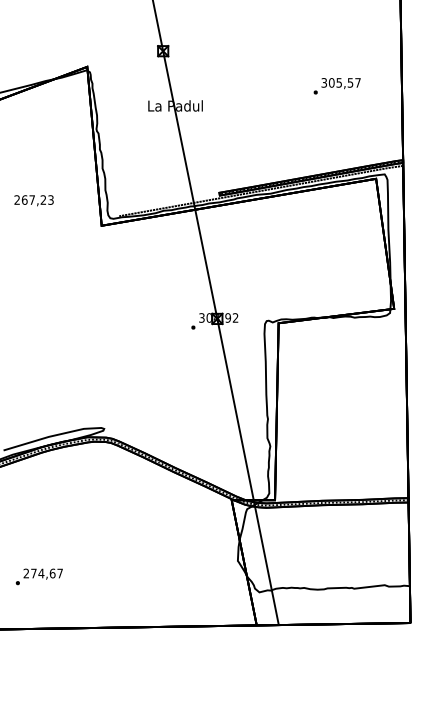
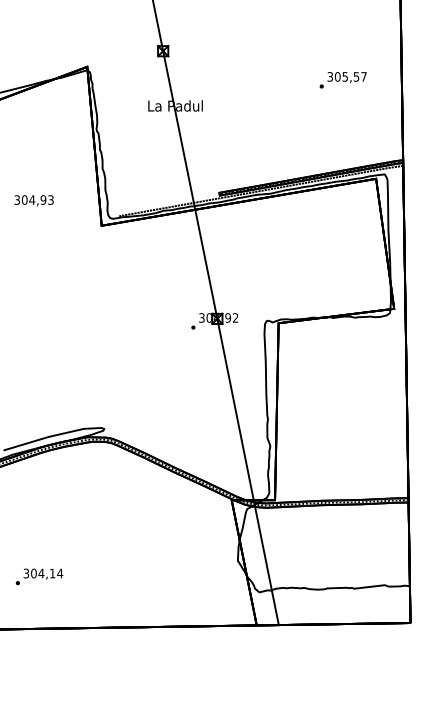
text at (336, 86) position: (336, 86) -> (342, 80)
text at (30, 199): 267,23 -> 304,93
text at (43, 573): 274,67 -> 304,14
